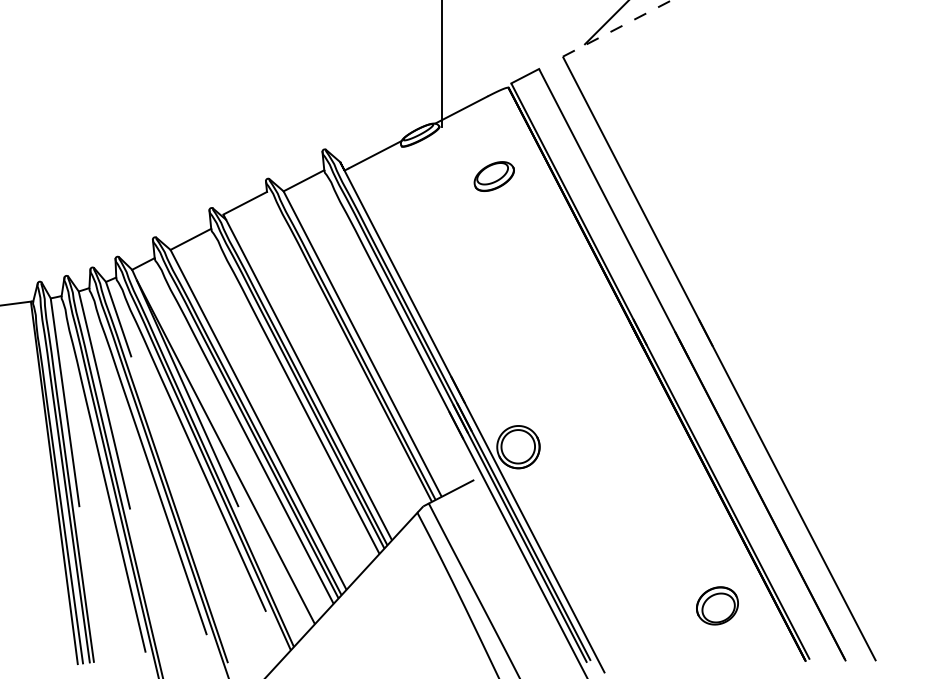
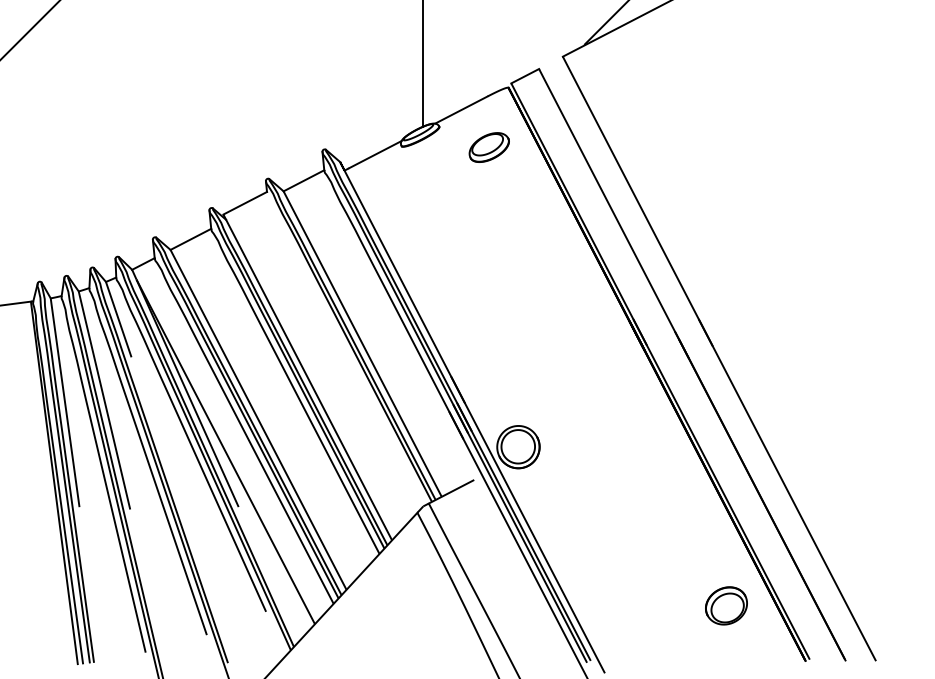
line at (617, 28): dashed -> solid
line at (30, 30): none -> present
line at (442, 64) position: (442, 64) -> (423, 64)
part at (493, 176) position: (493, 176) -> (488, 147)
part at (717, 605) position: (717, 605) -> (726, 605)
